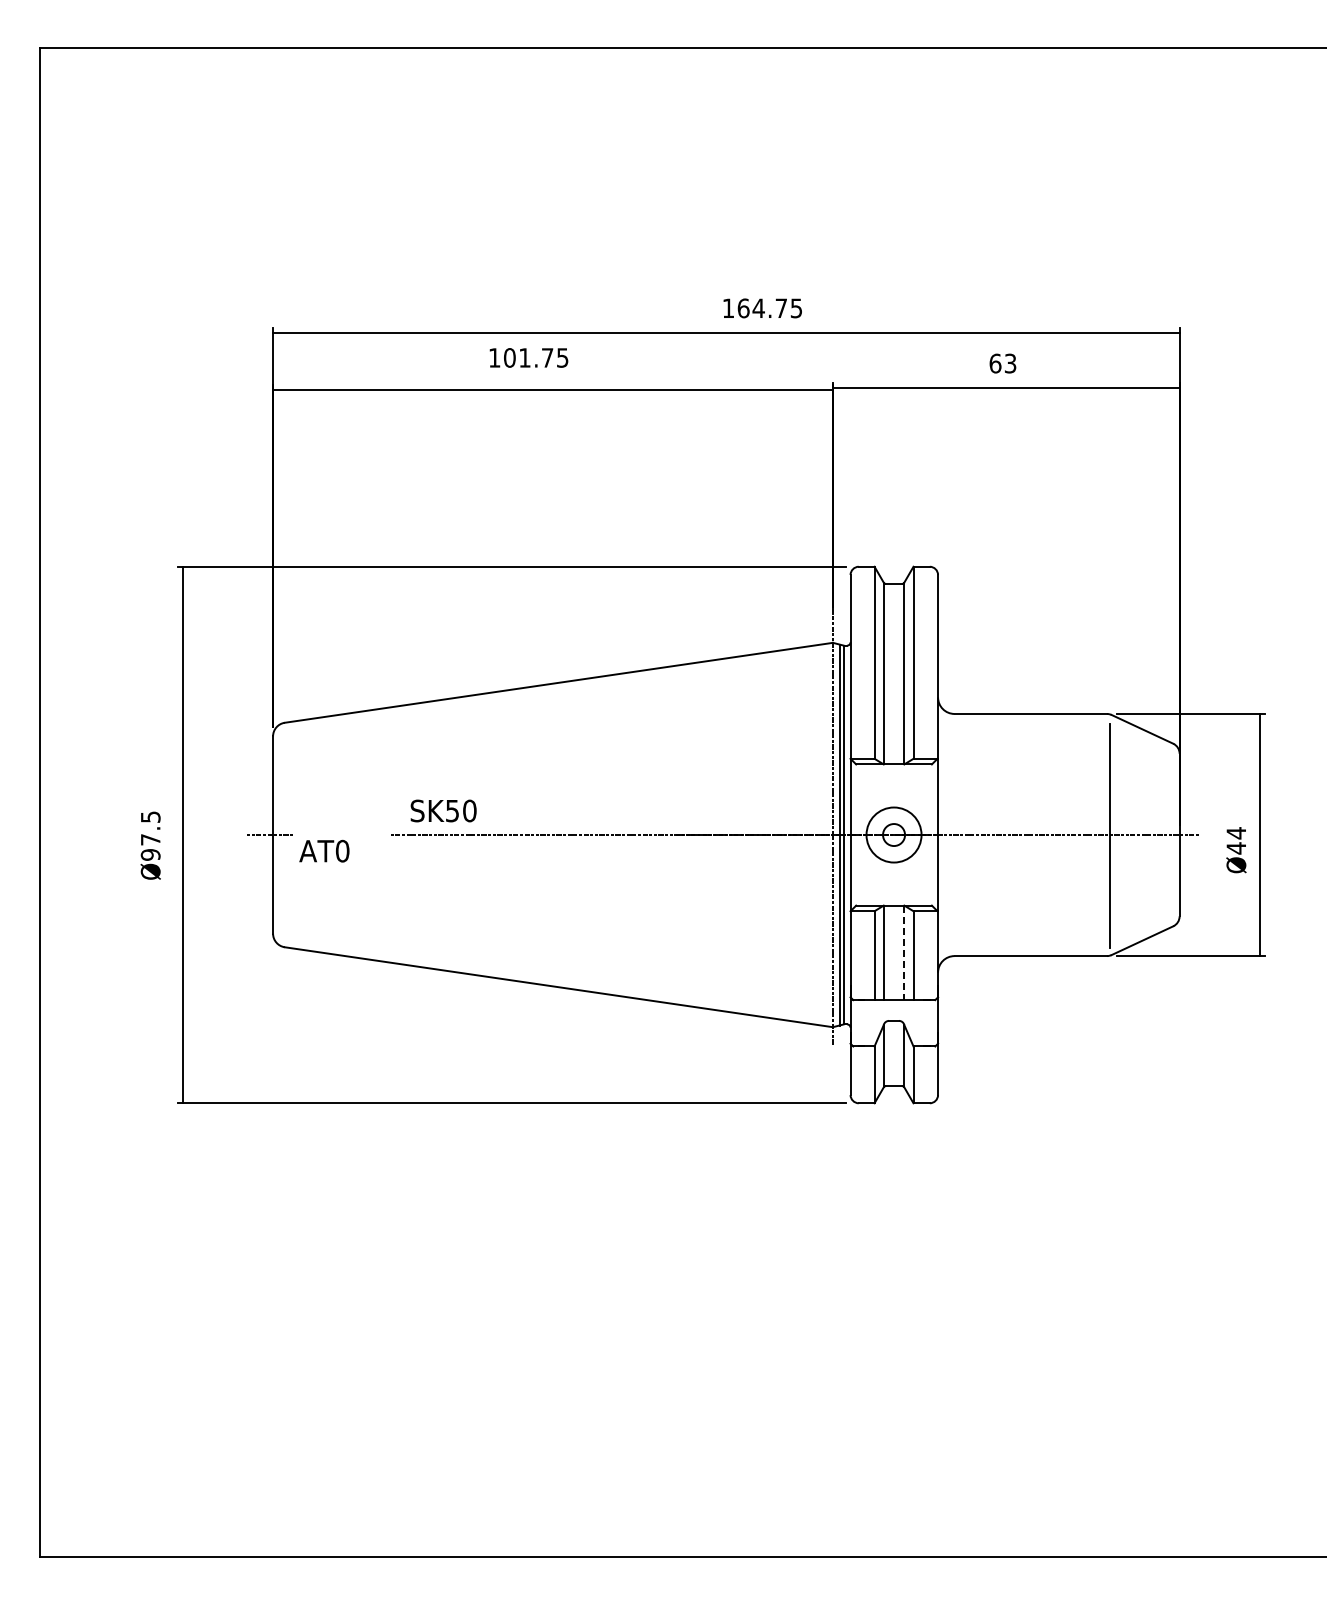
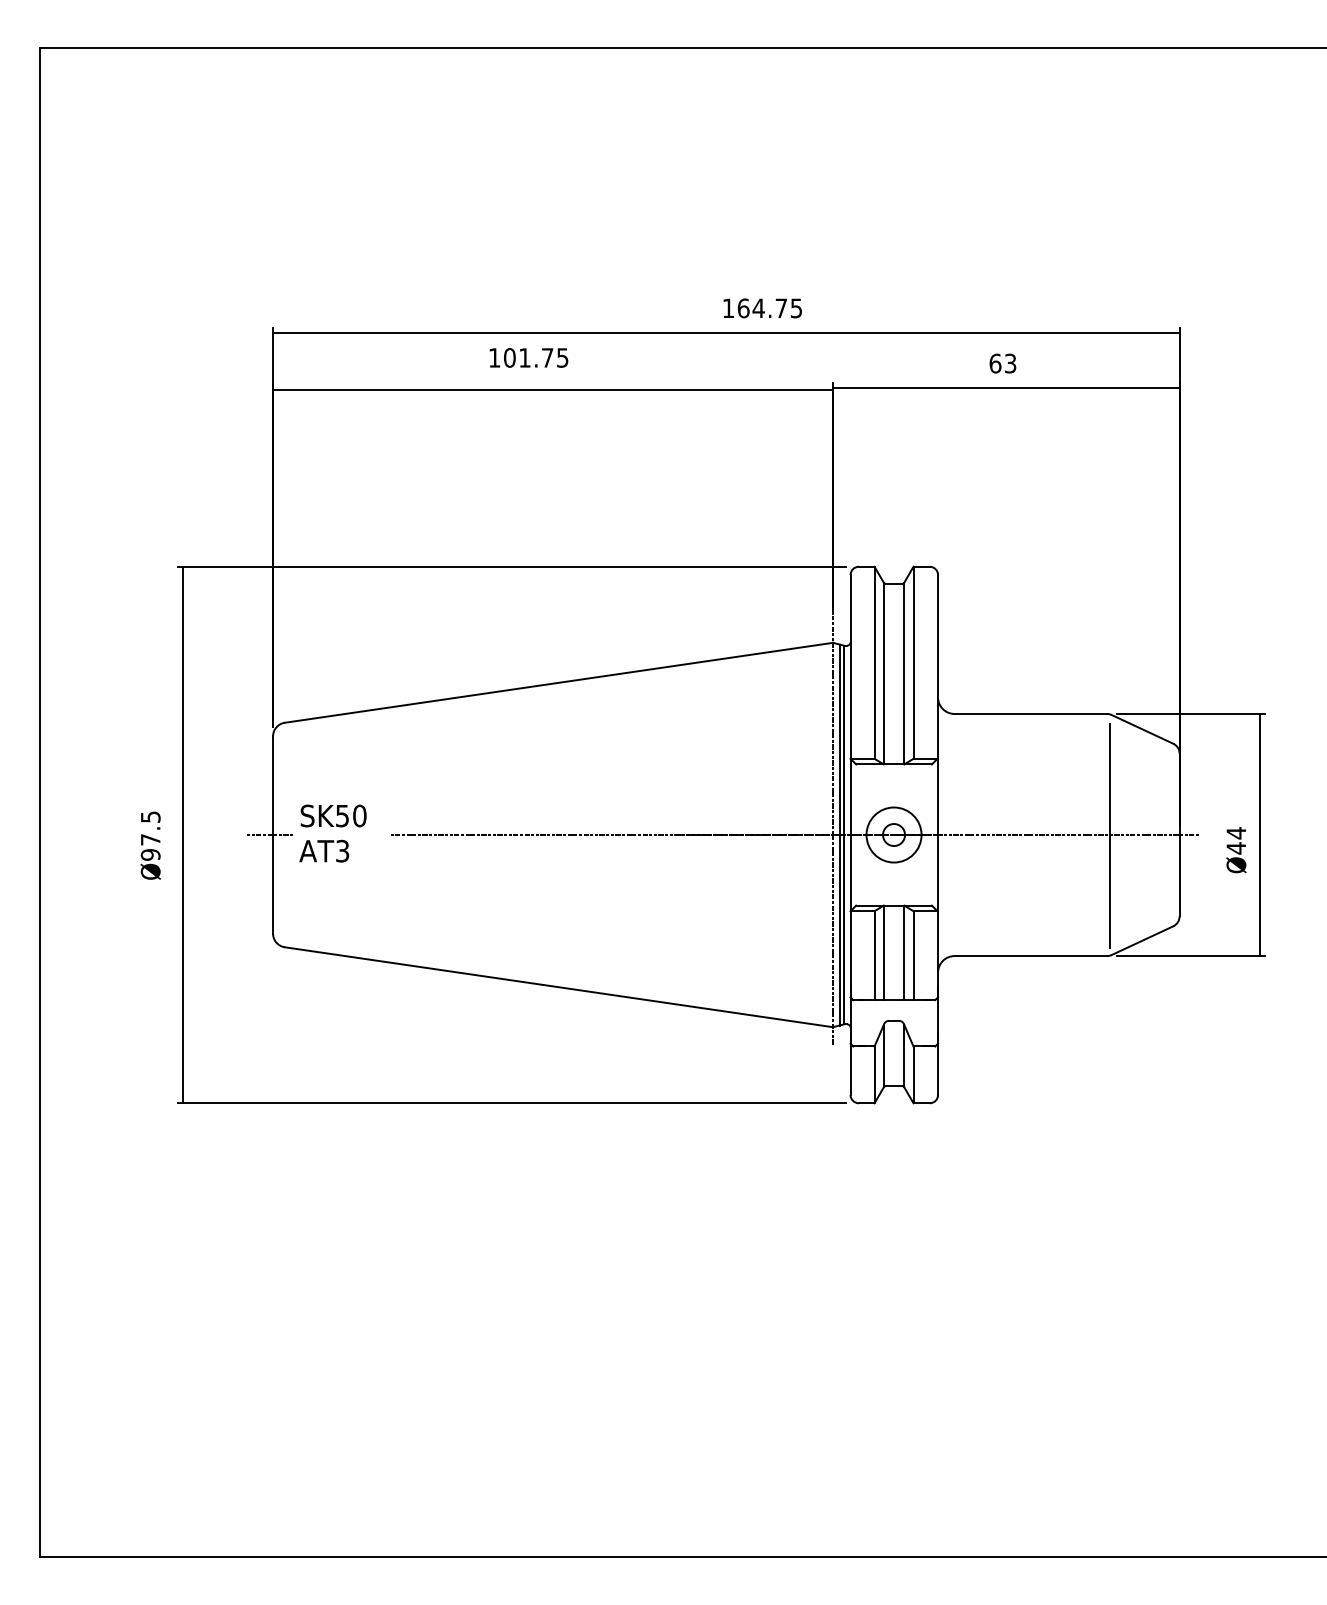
text at (443, 810) position: (443, 810) -> (333, 815)
text at (342, 850): AT0 -> AT3
line at (904, 953): dashed -> solid
